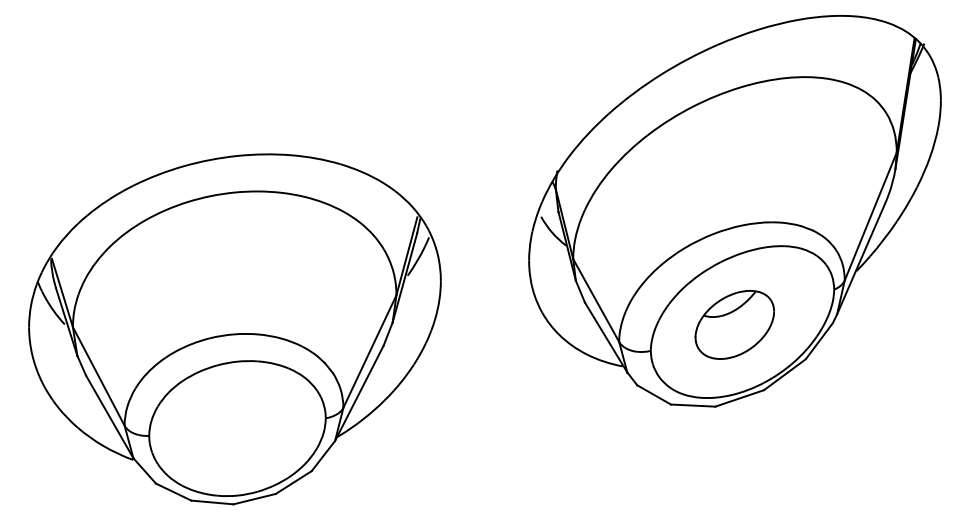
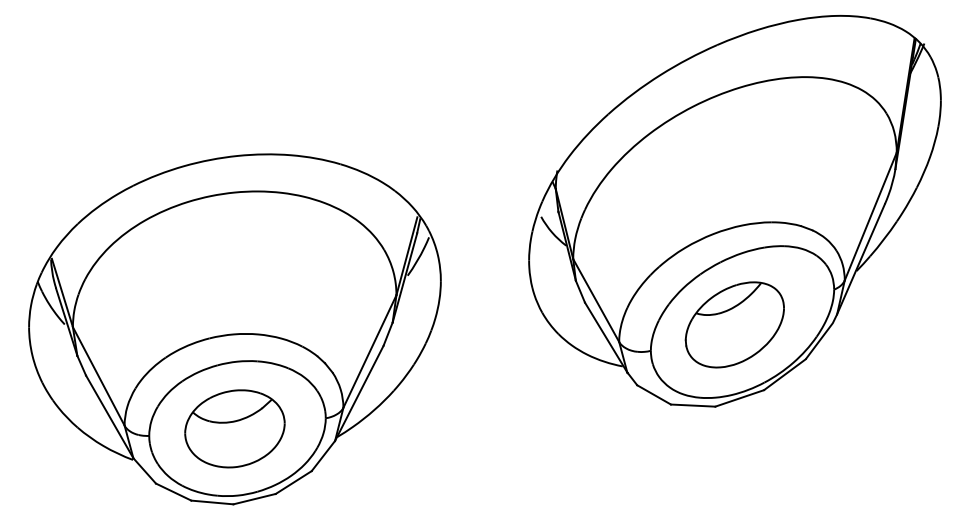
part at (734, 324) size: 81x70 px -> 101x88 px
part at (234, 428): none -> present
